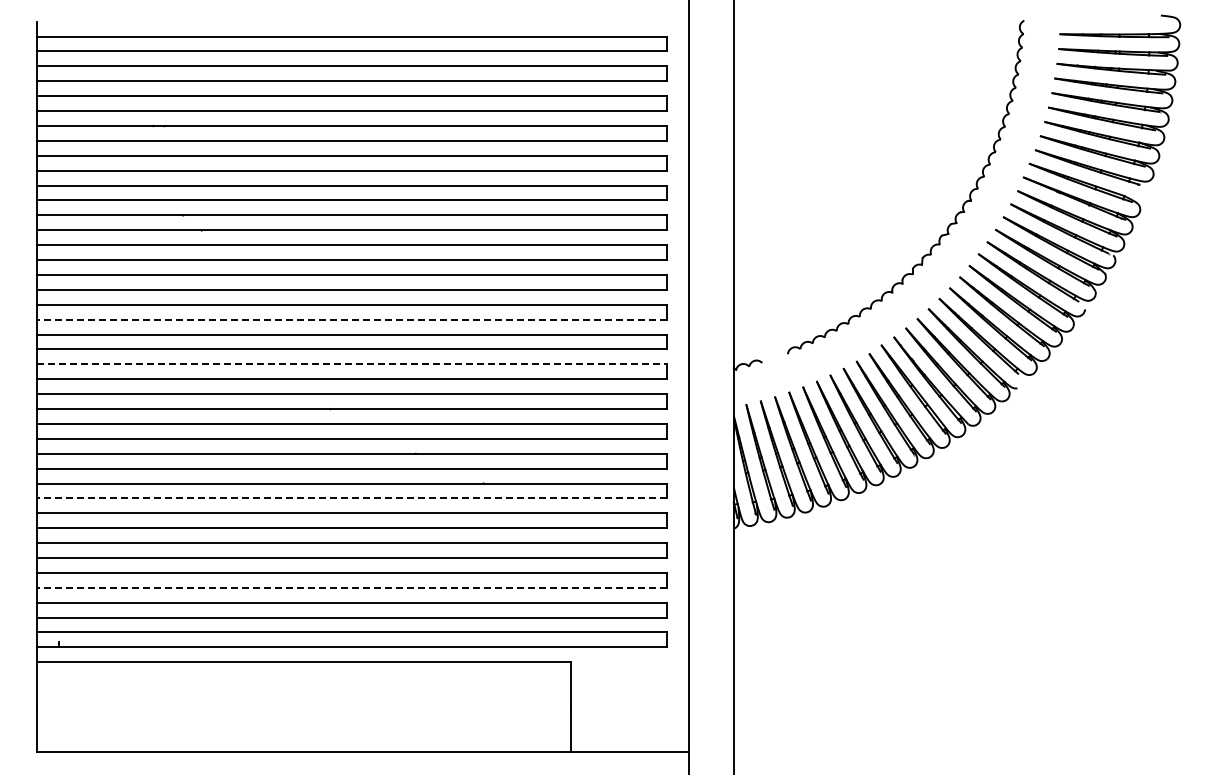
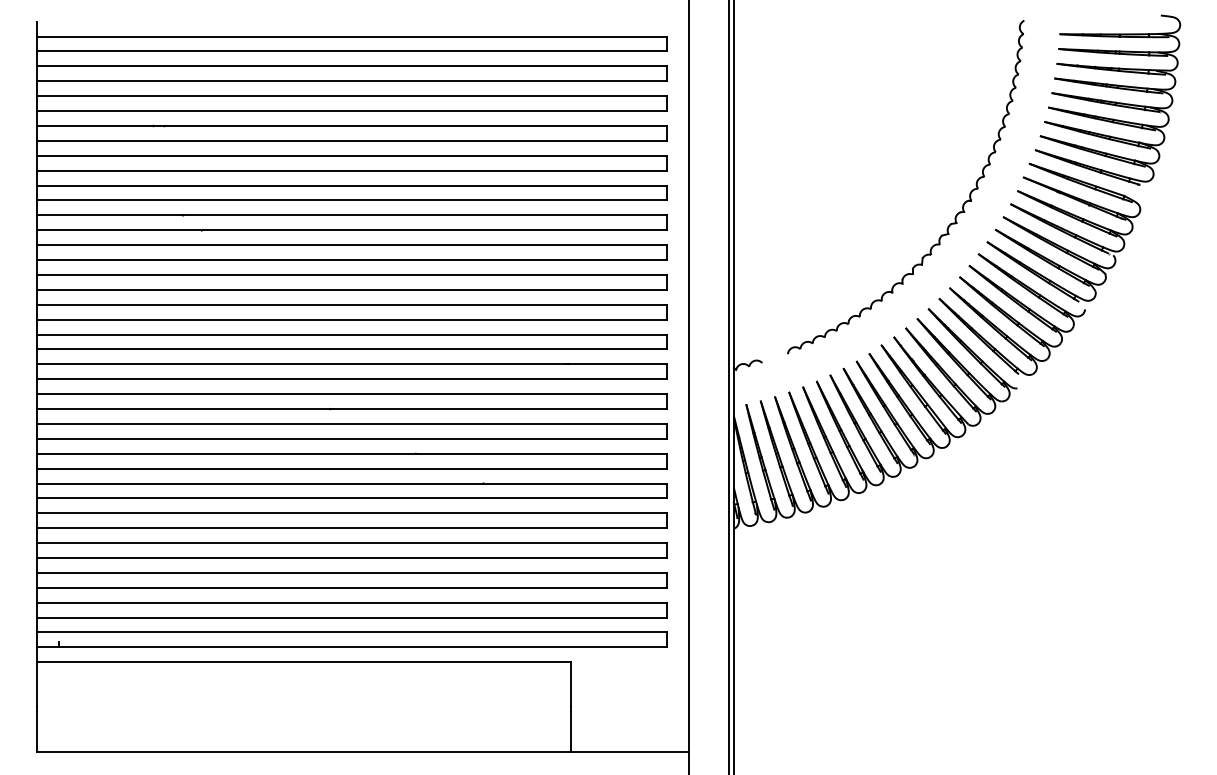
line at (351, 319): dashed -> solid
line at (352, 364): dashed -> solid
line at (729, 386): none -> present
line at (351, 498): dashed -> solid
line at (351, 587): dashed -> solid
